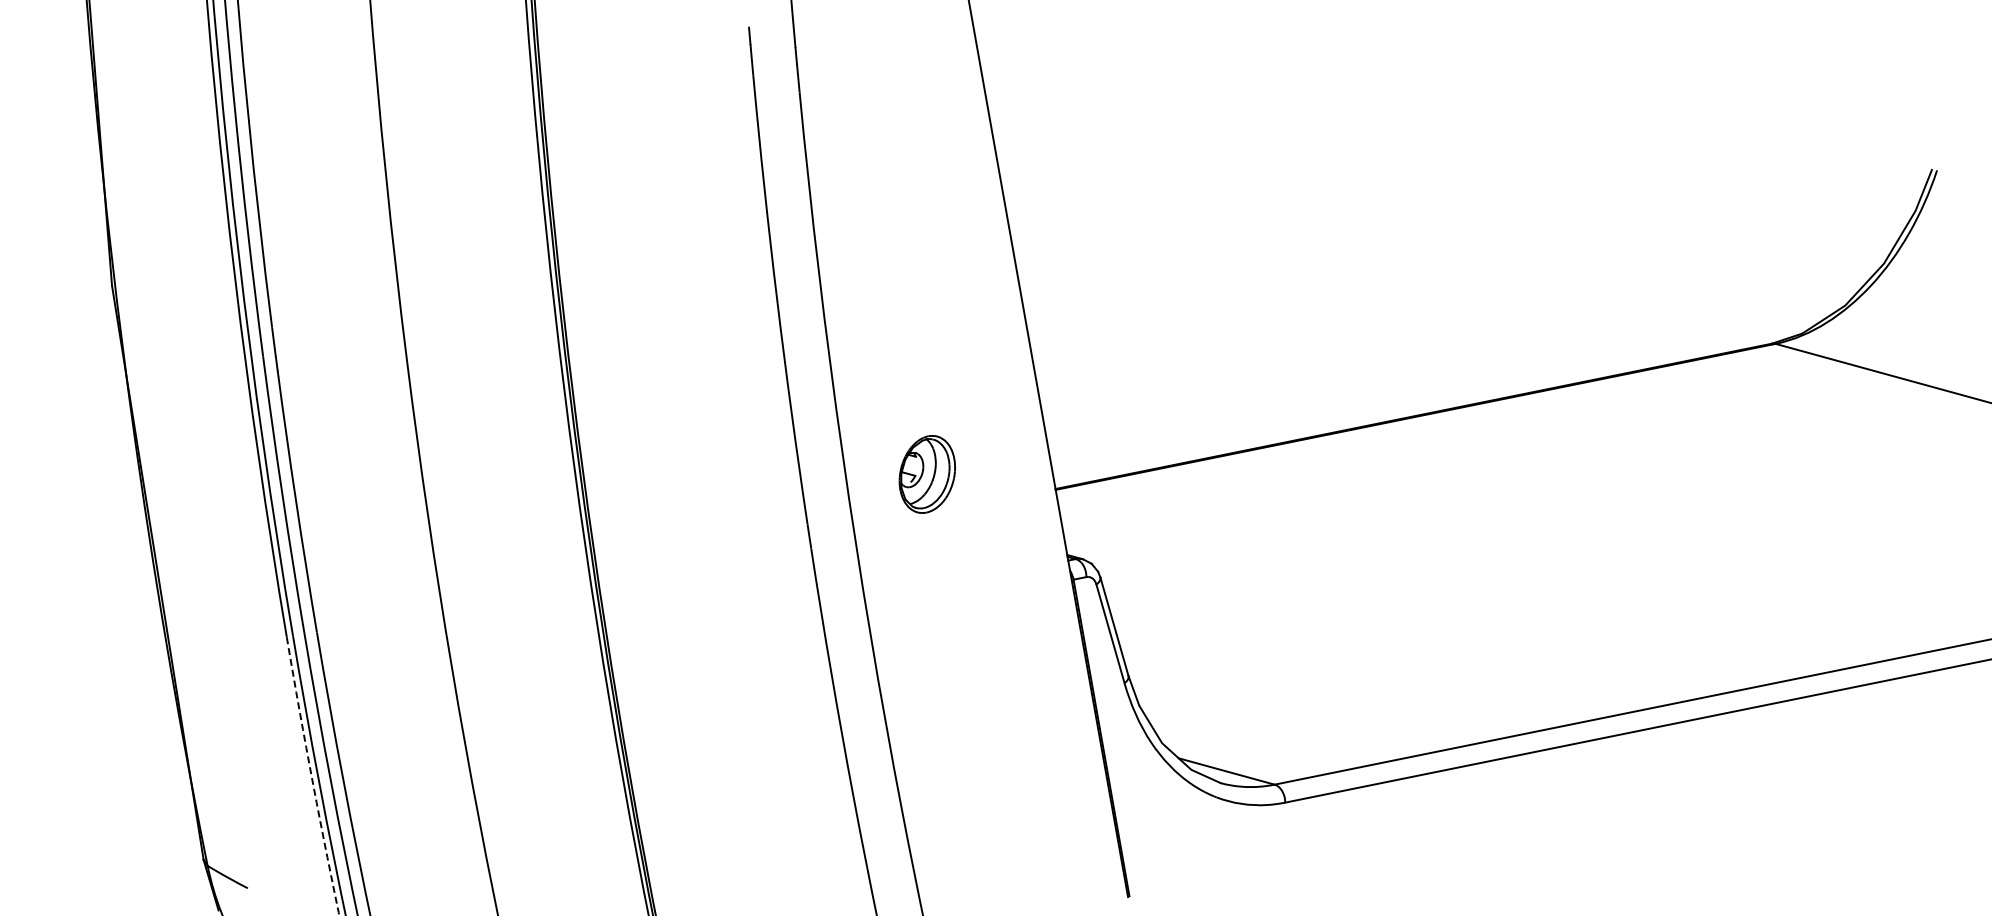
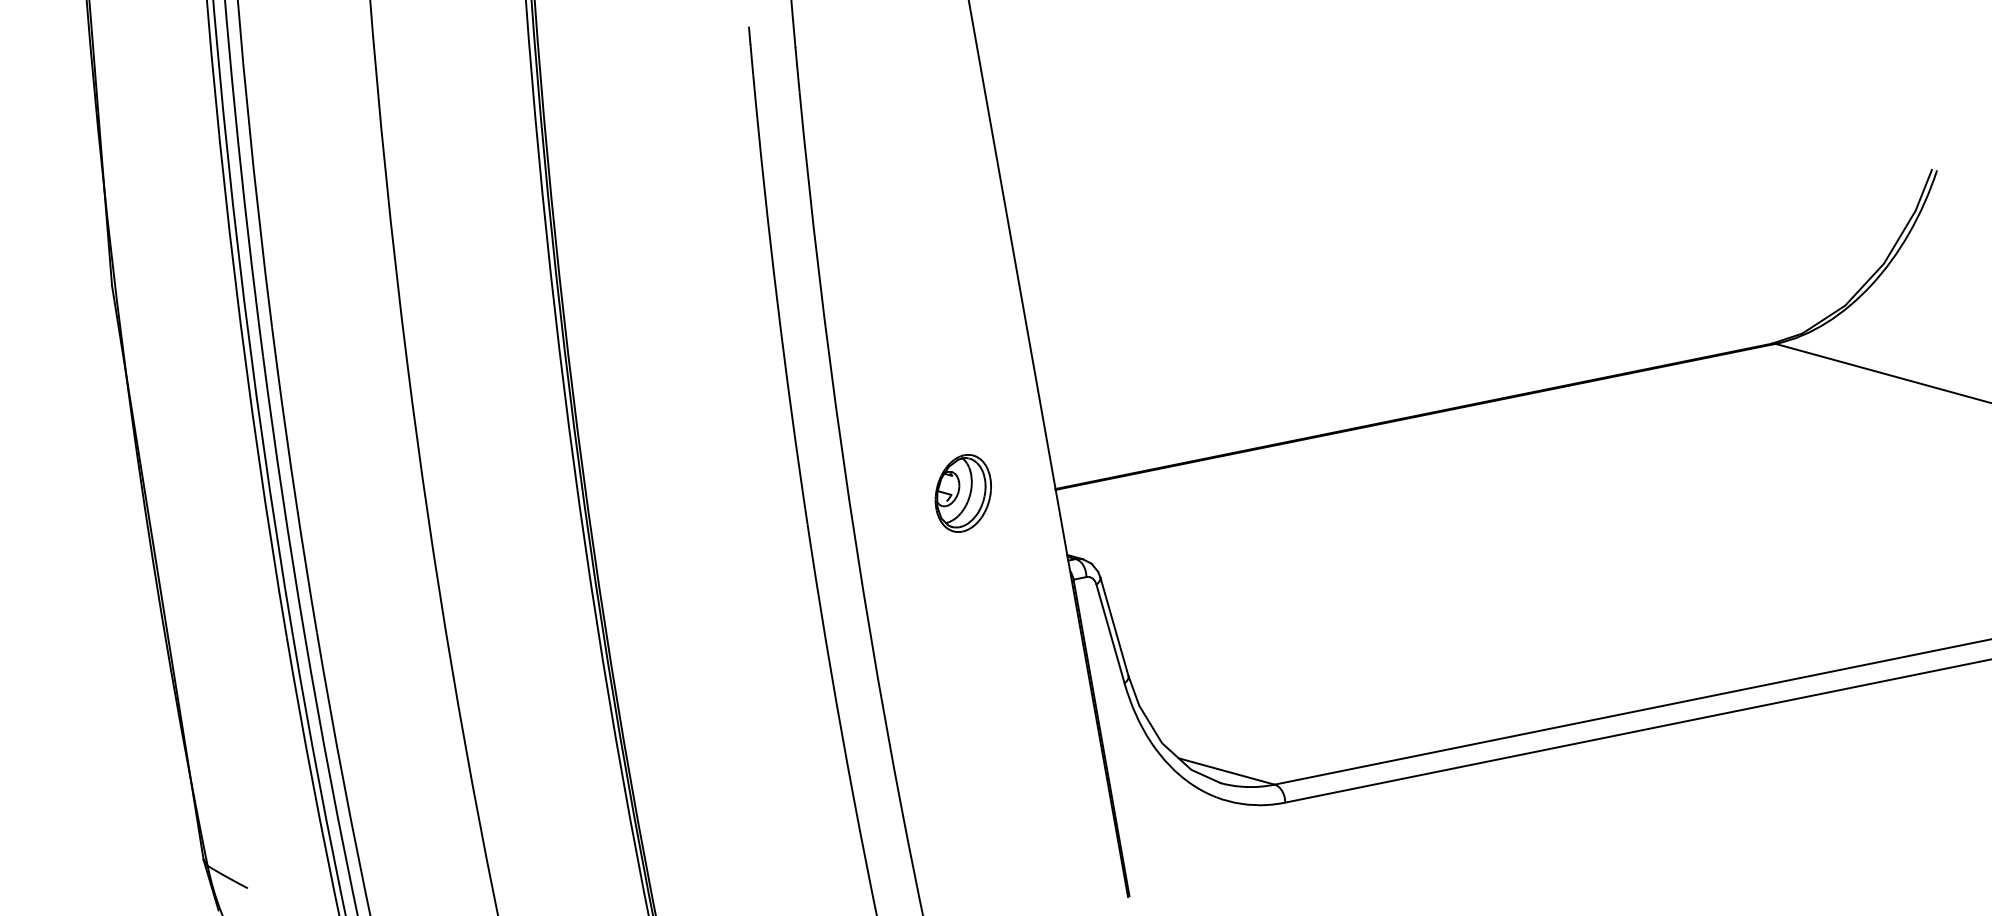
part at (926, 474) position: (926, 474) -> (962, 493)
arc at (311, 777): dashed -> solid
